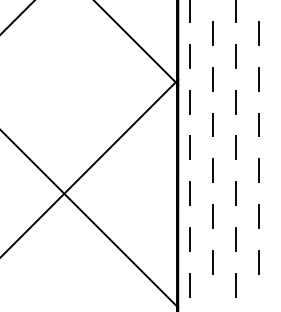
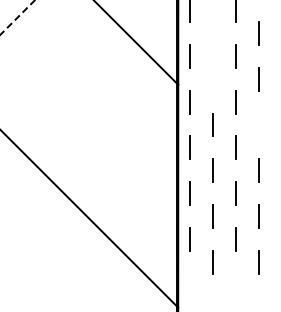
line at (17, 17): solid -> dashed
line at (212, 33): present -> none
line at (212, 79): present -> none
line at (258, 124): present -> none
line at (90, 167): present -> none
line at (189, 285): present -> none
line at (235, 285): present -> none
